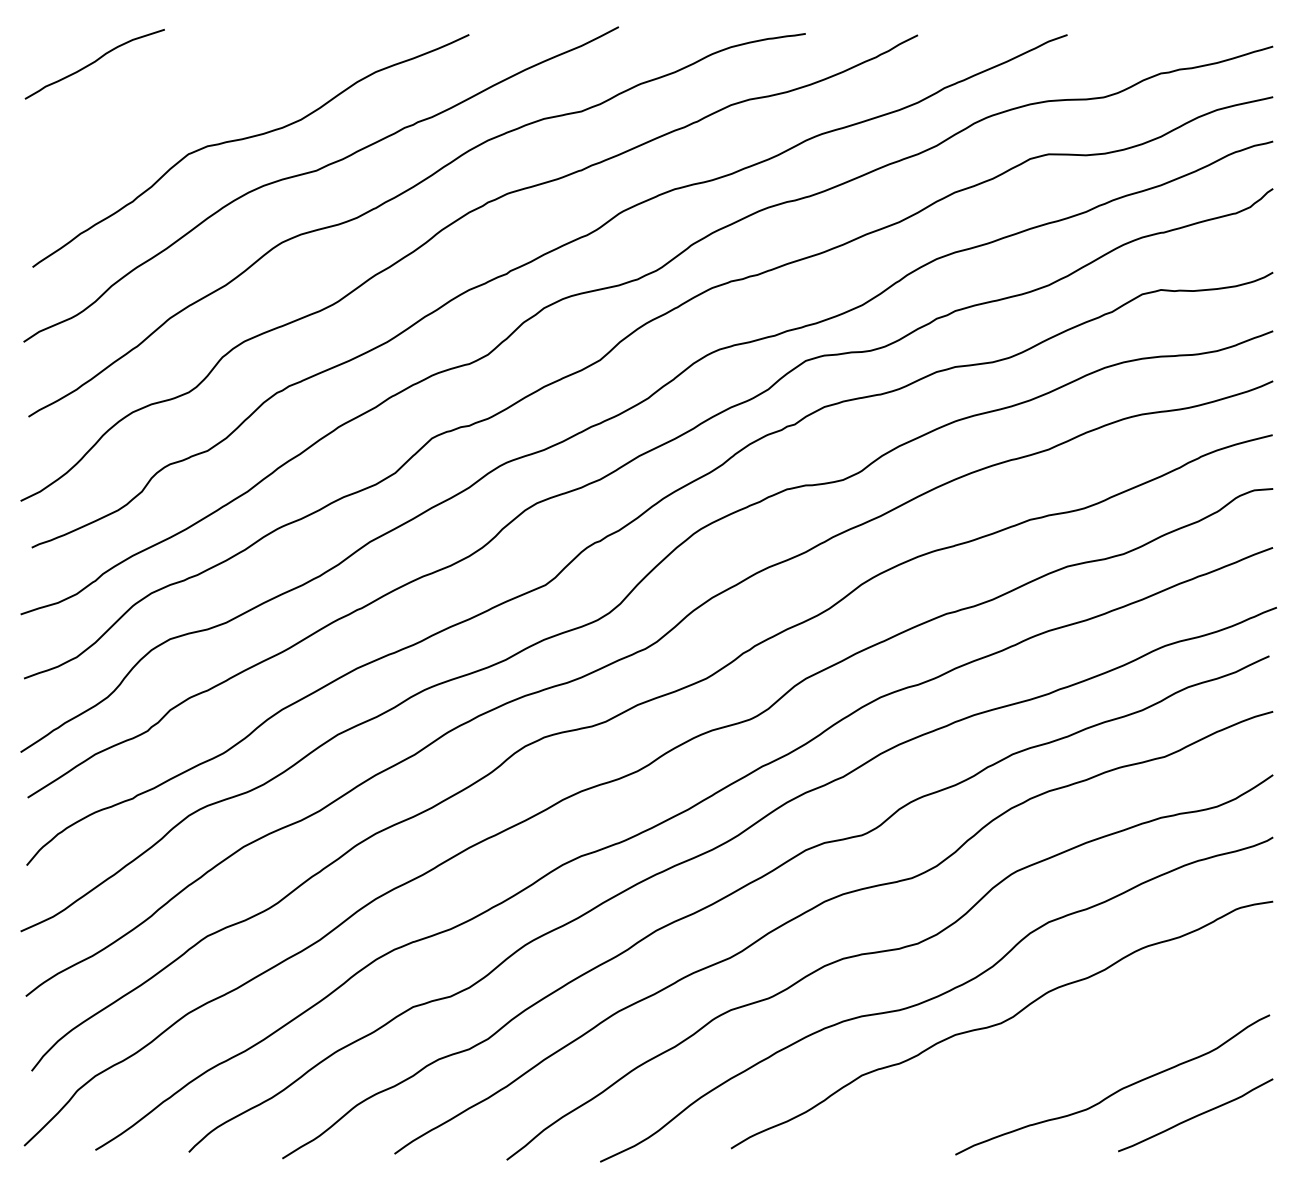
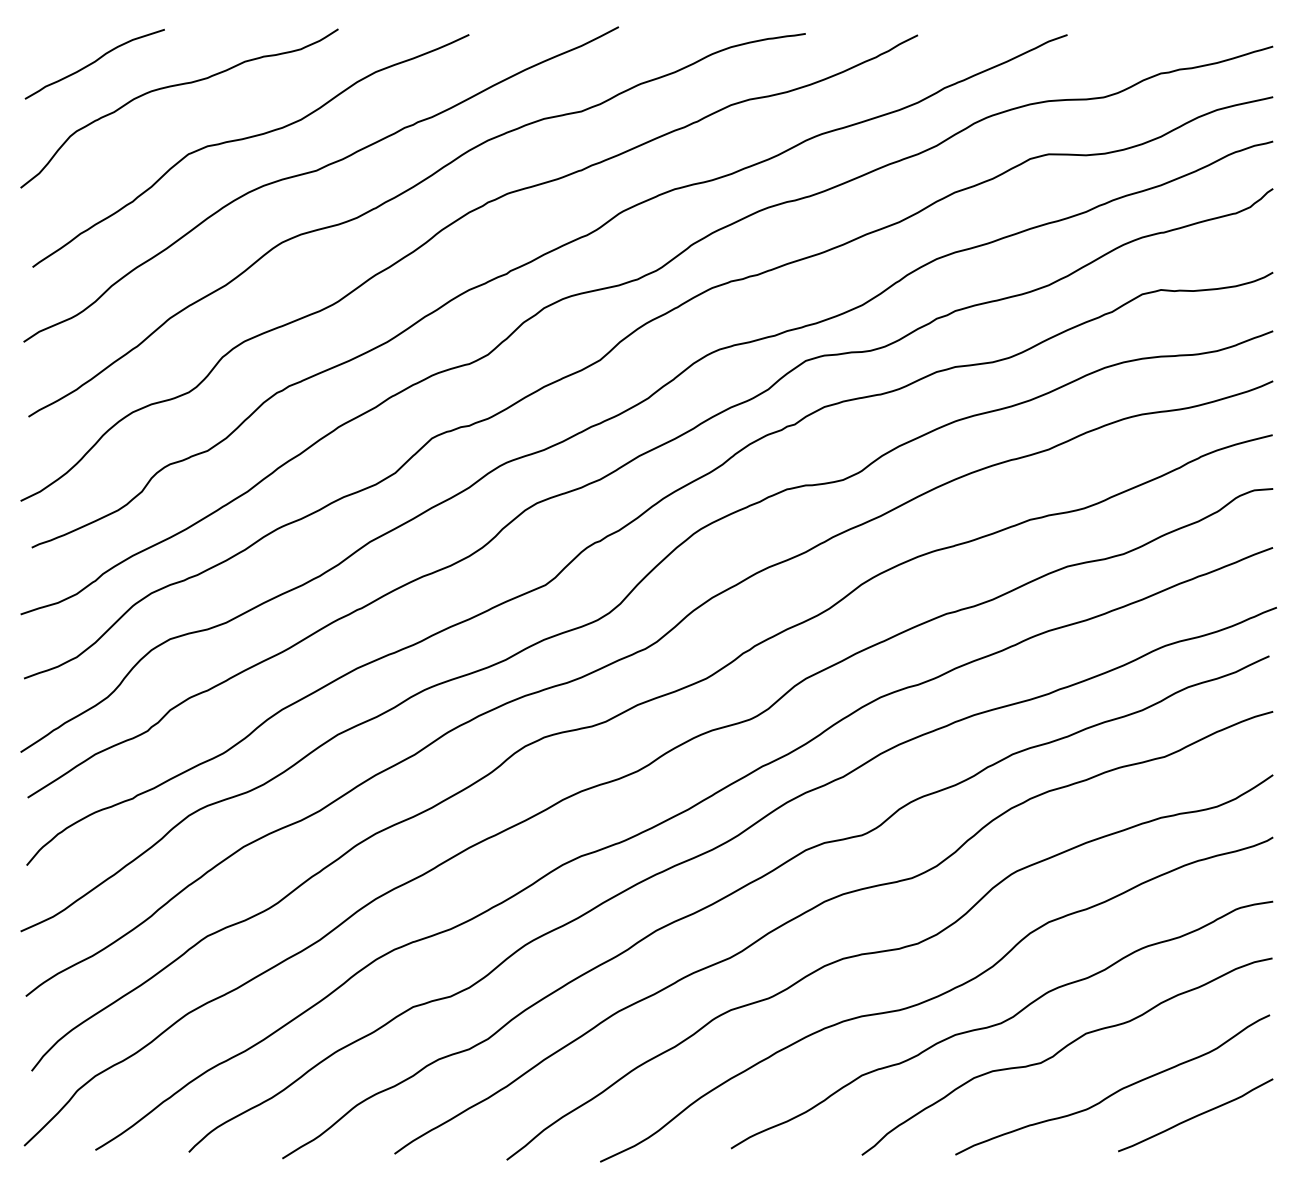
curve at (176, 86): none -> present
curve at (1061, 1051): none -> present
